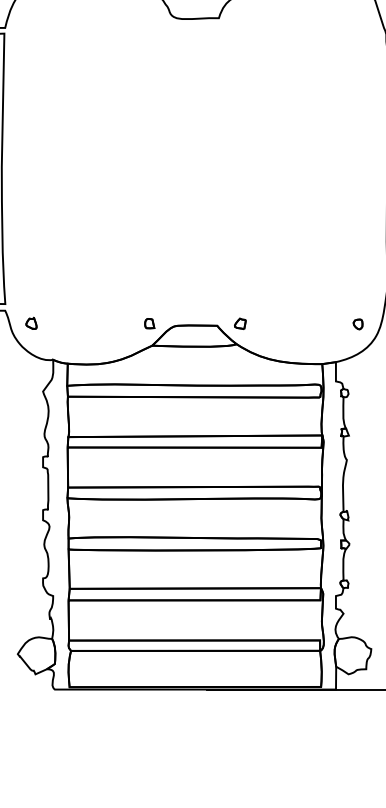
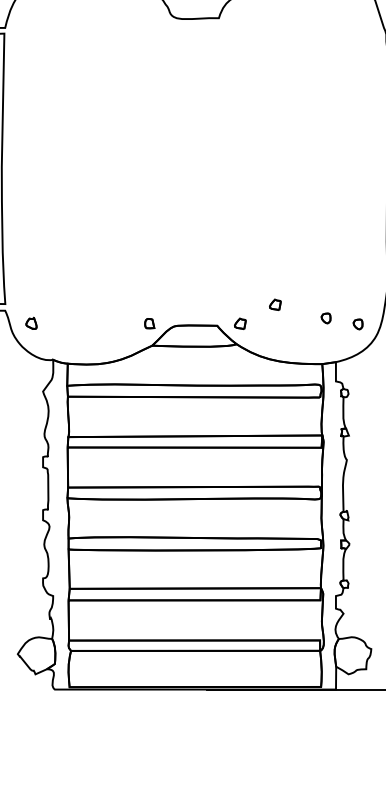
part at (275, 304): none -> present
part at (325, 318): none -> present
